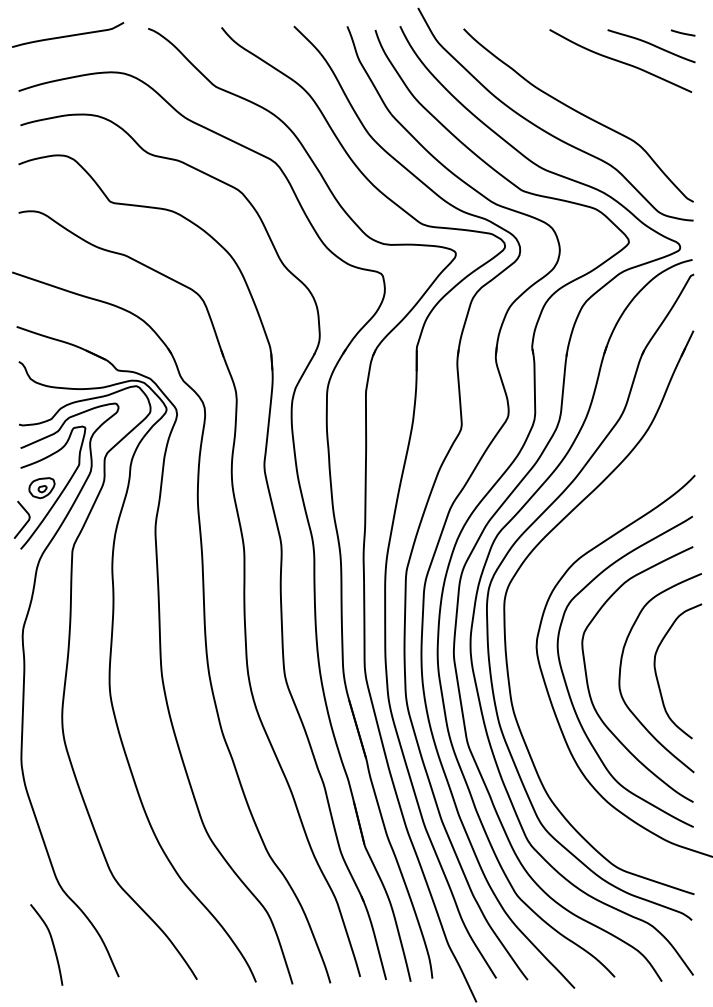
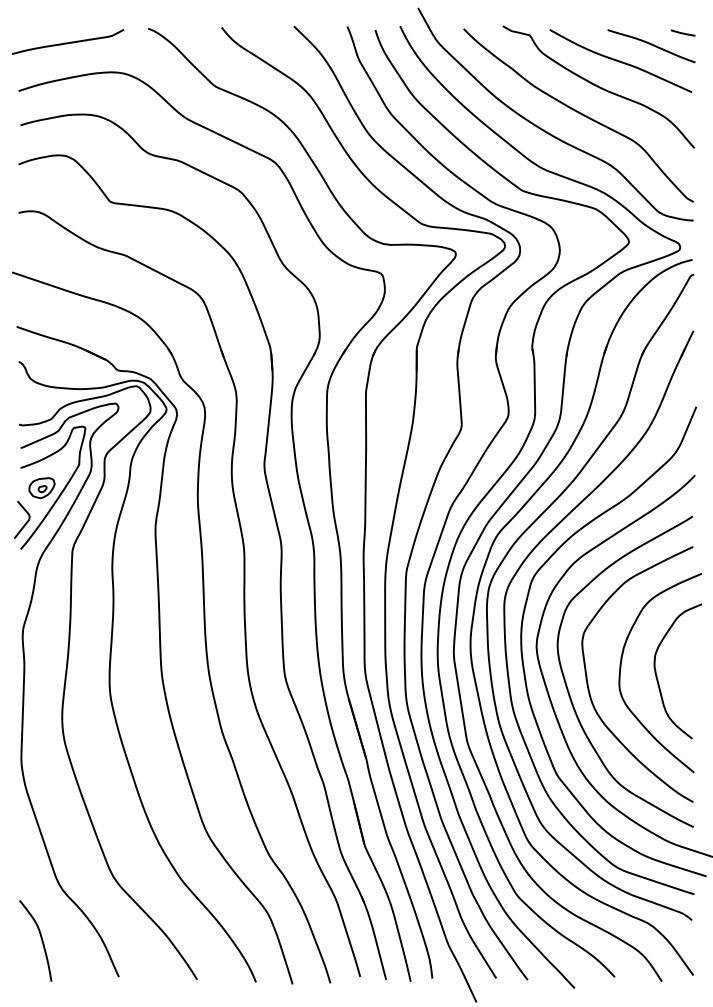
curve at (68, 35) position: (68, 35) -> (68, 42)
curve at (598, 86): none -> present
curve at (522, 641): none -> present
curve at (51, 942) position: (51, 942) -> (40, 938)
